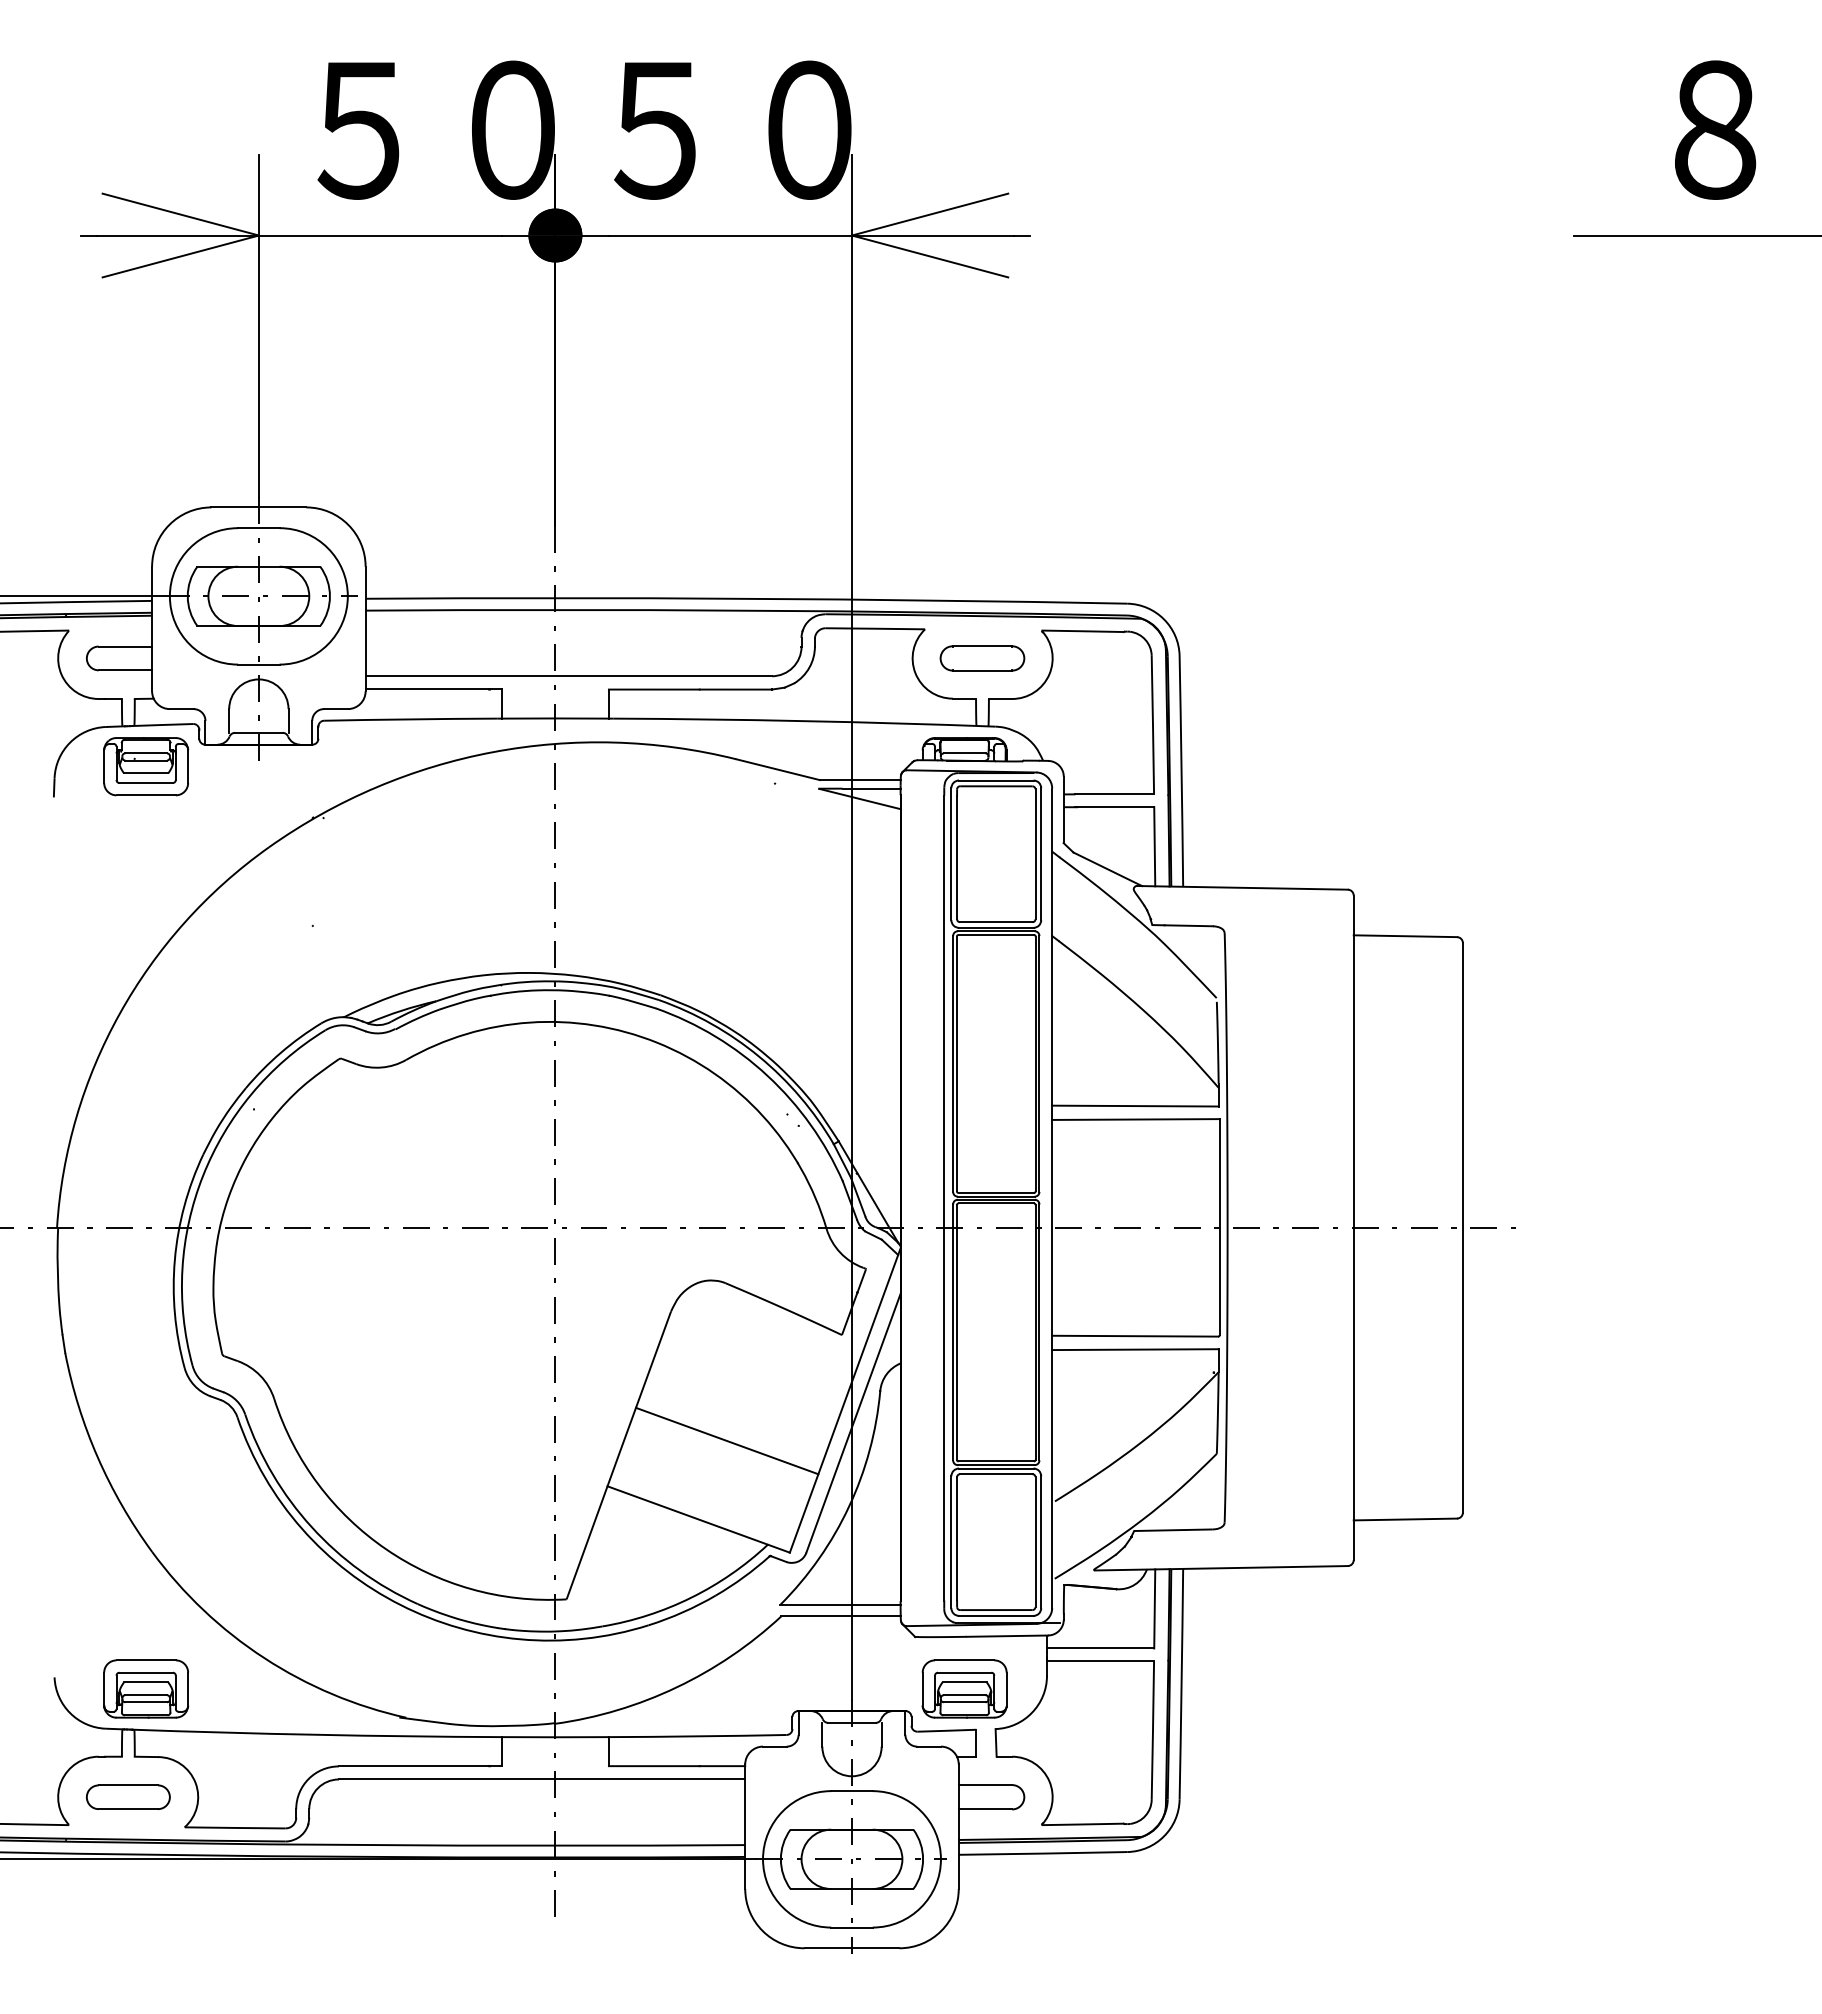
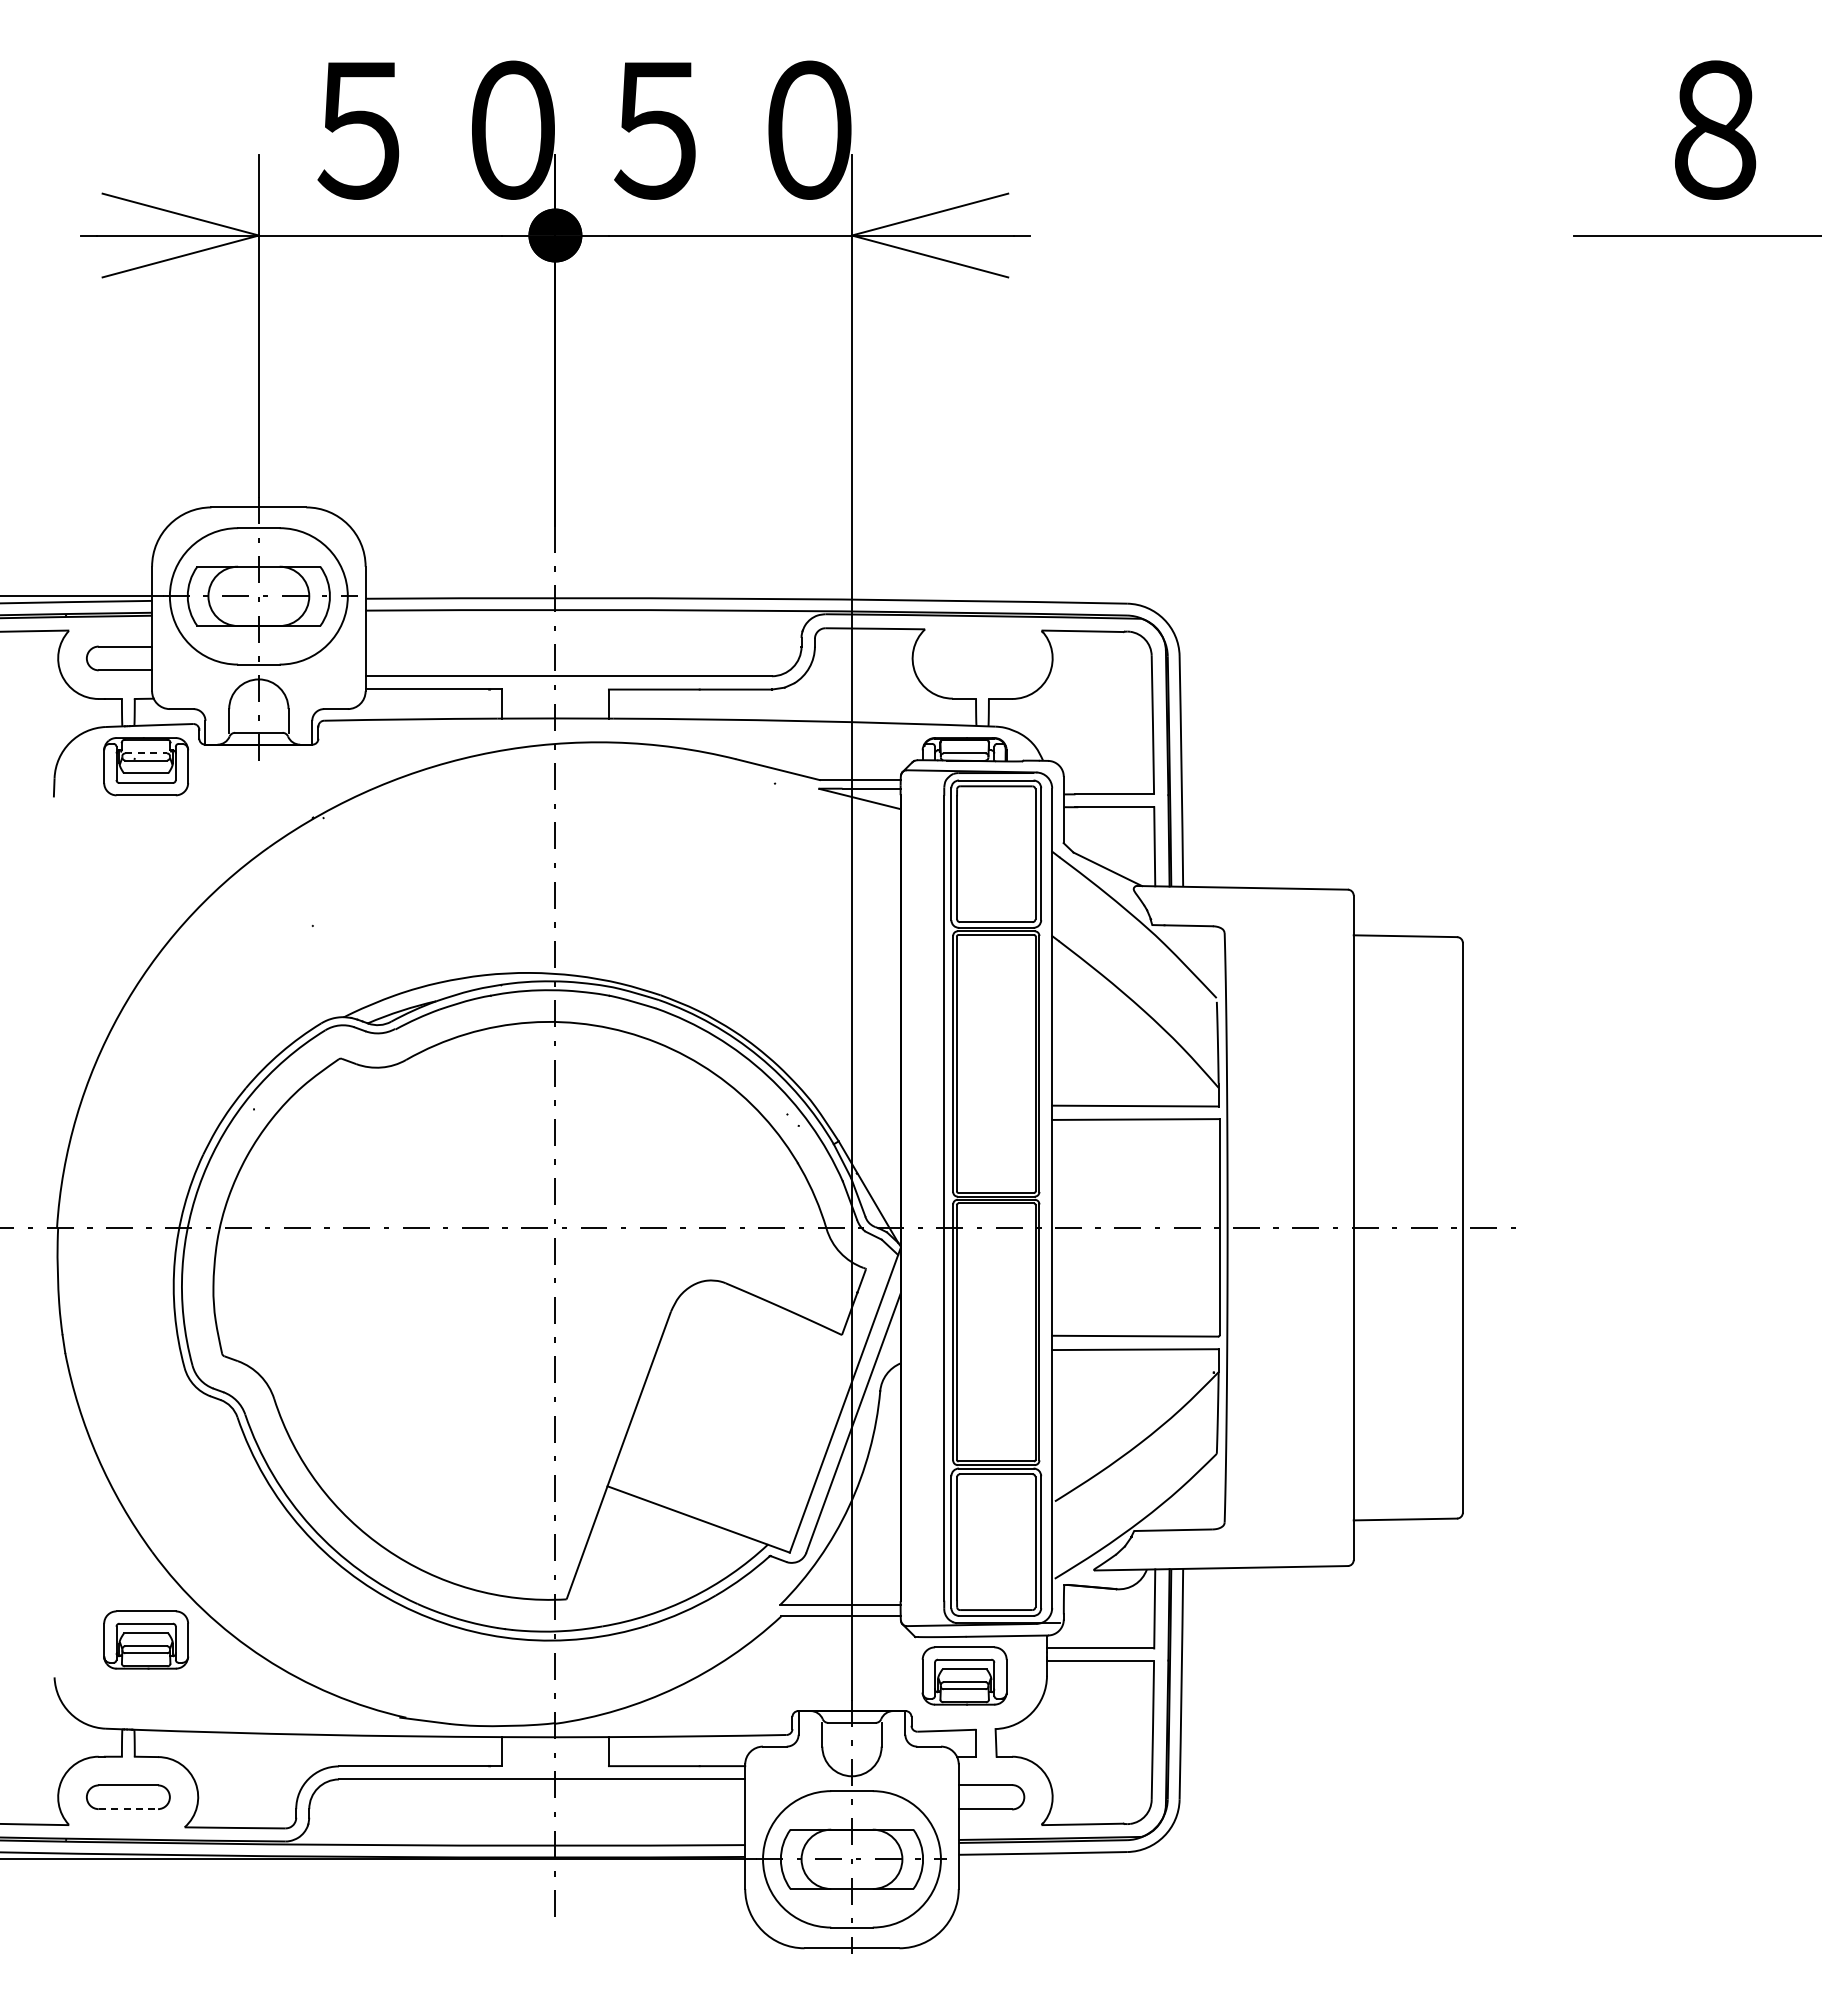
part at (982, 658): present -> none
line at (146, 753): solid -> dashed
line at (727, 1440): present -> none
part at (146, 1688) position: (146, 1688) -> (146, 1639)
part at (964, 1688) position: (964, 1688) -> (964, 1675)
line at (128, 1809): solid -> dashed
